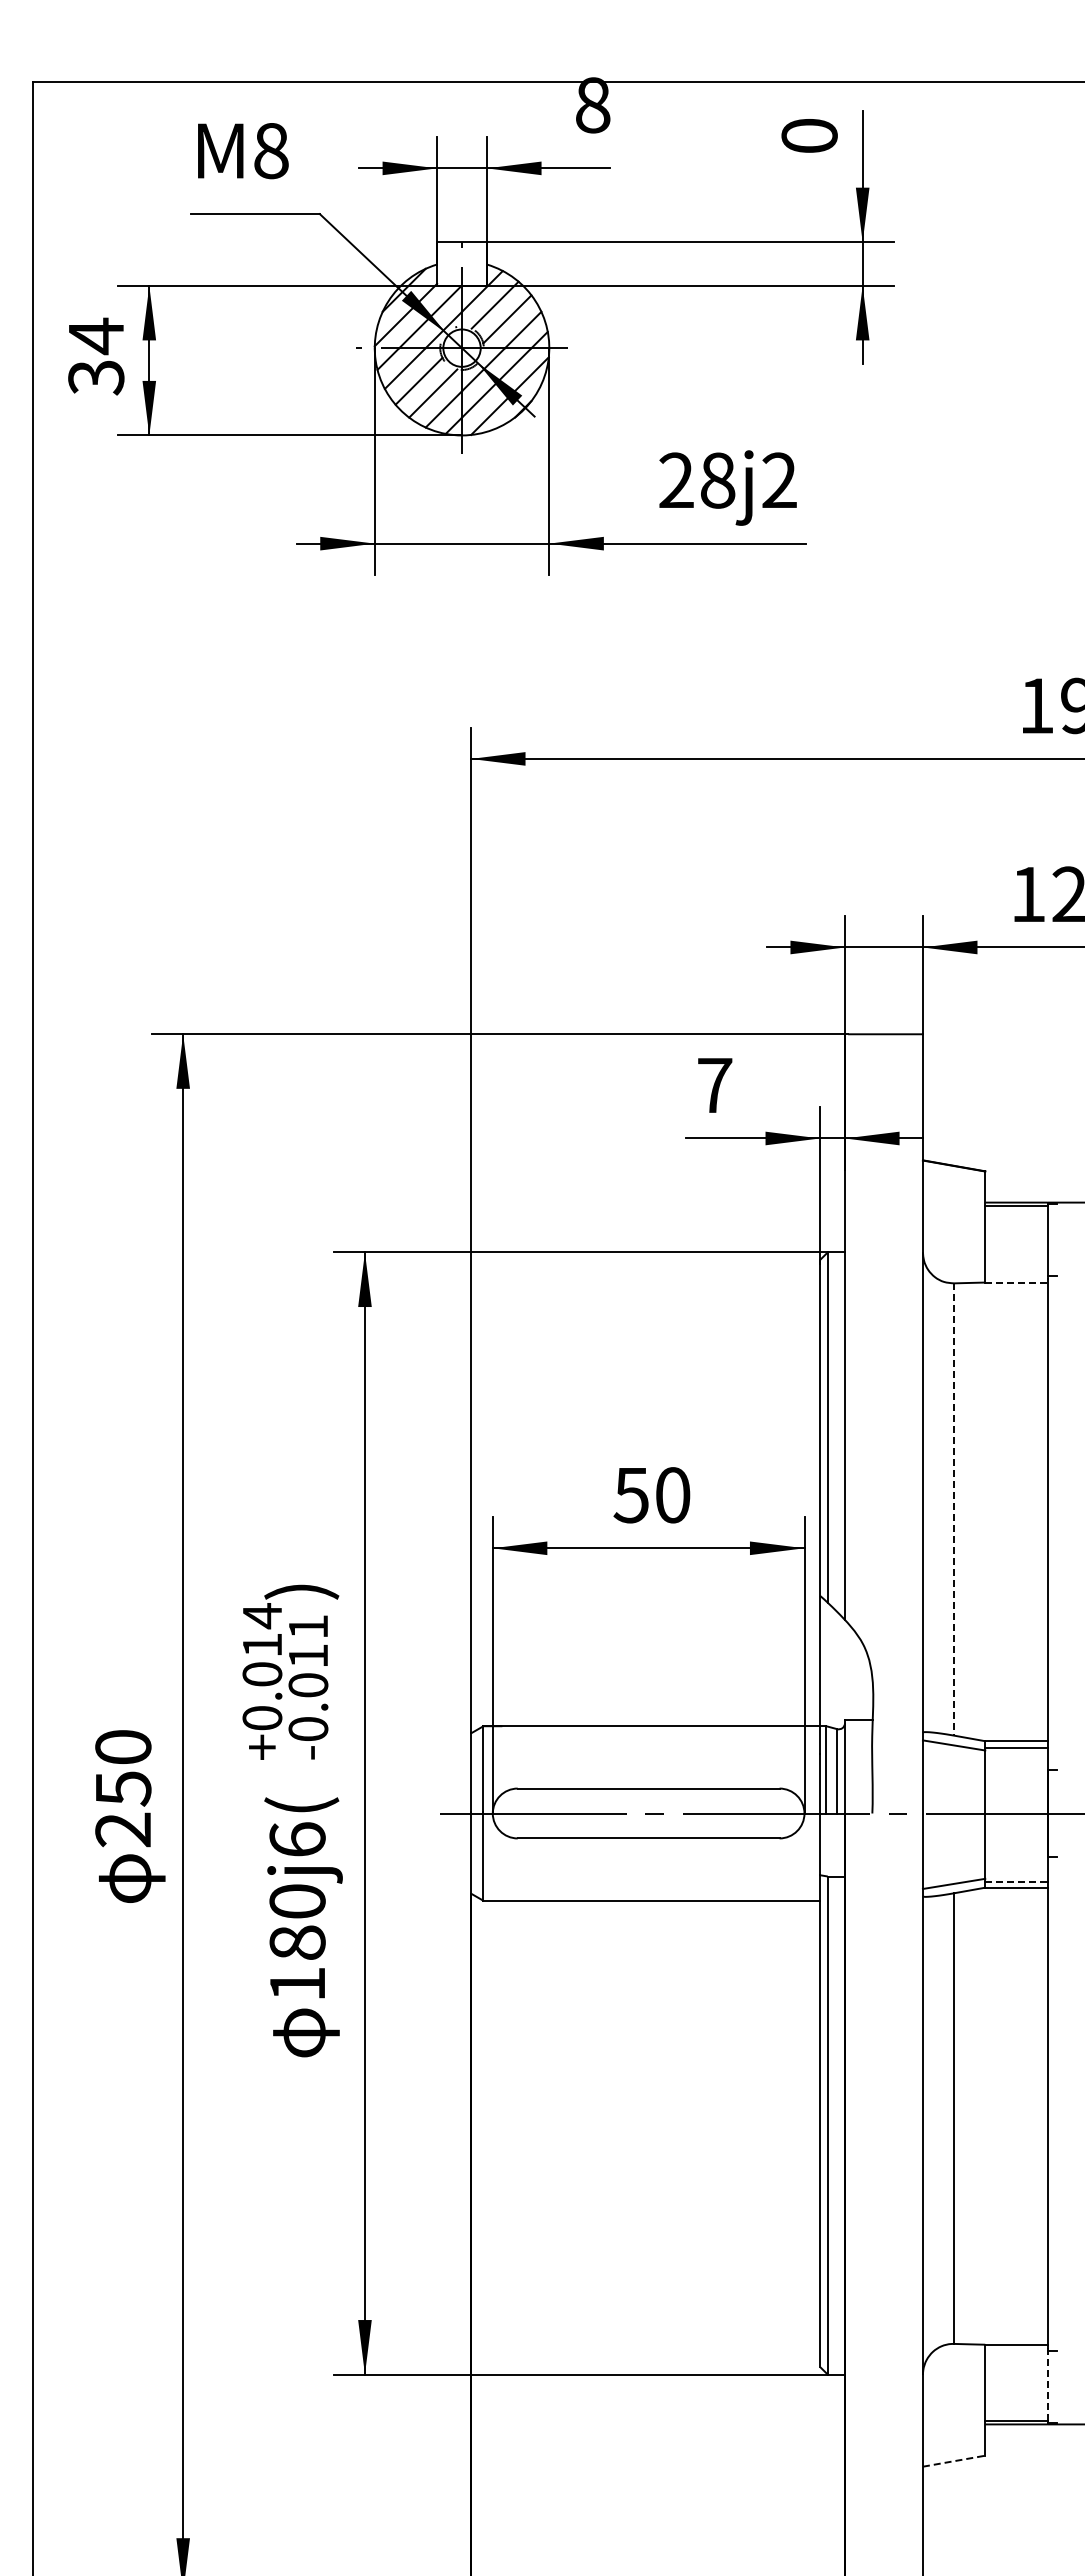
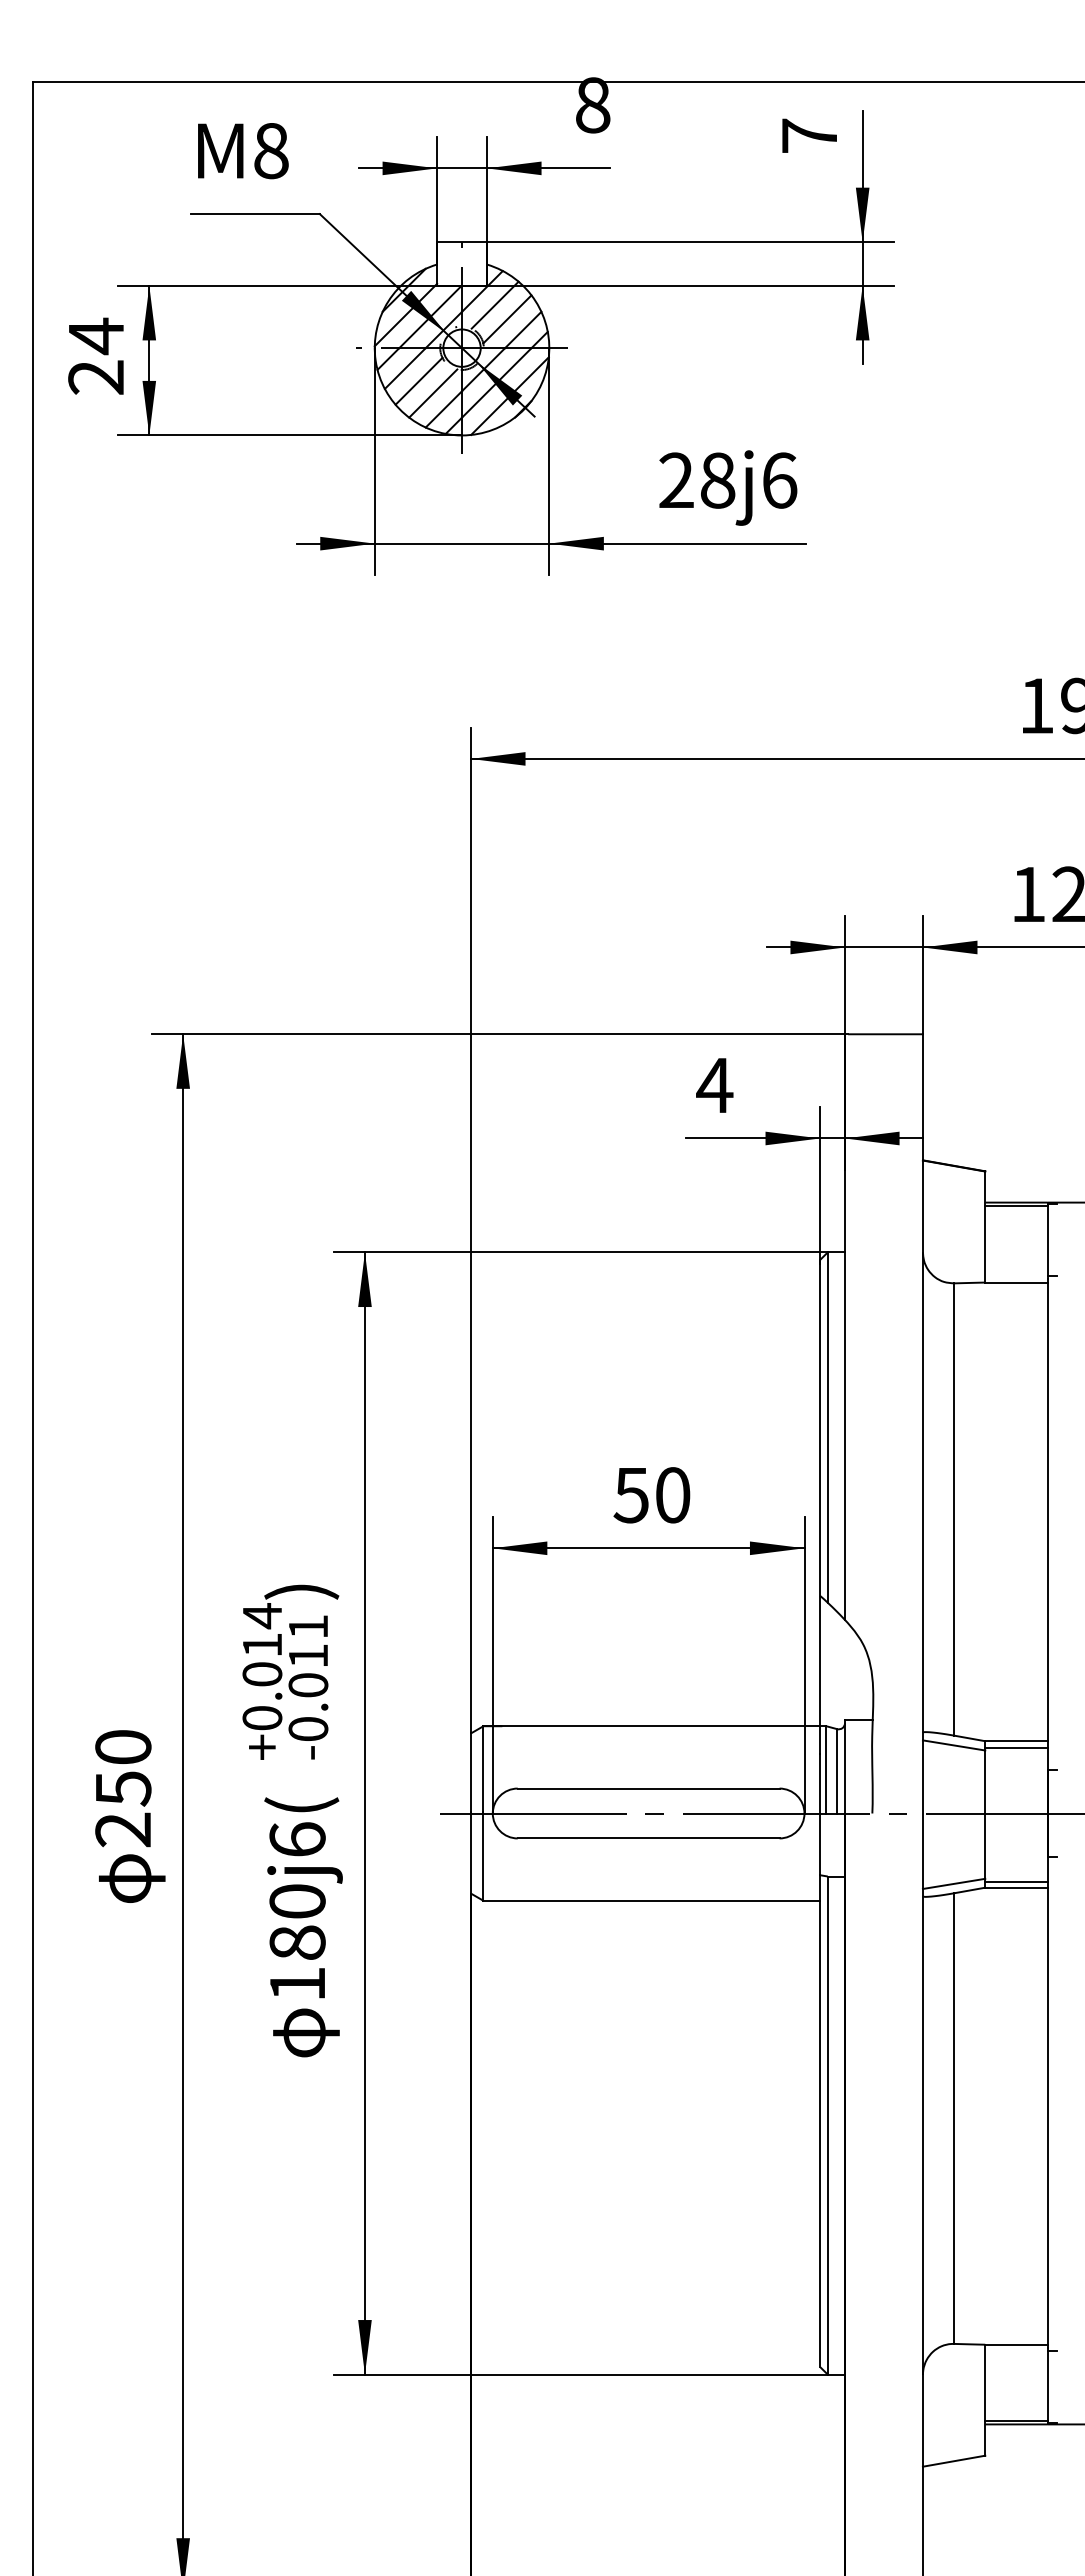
text at (809, 135): 0 -> 7
text at (96, 377): 34 -> 24
text at (779, 480): 28j2 -> 28j6
text at (714, 1085): 7 -> 4
line at (1016, 1282): dashed -> solid
line at (954, 1510): dashed -> solid
line at (1016, 1881): dashed -> solid
line at (1047, 2384): dashed -> solid
line at (954, 2461): dashed -> solid
